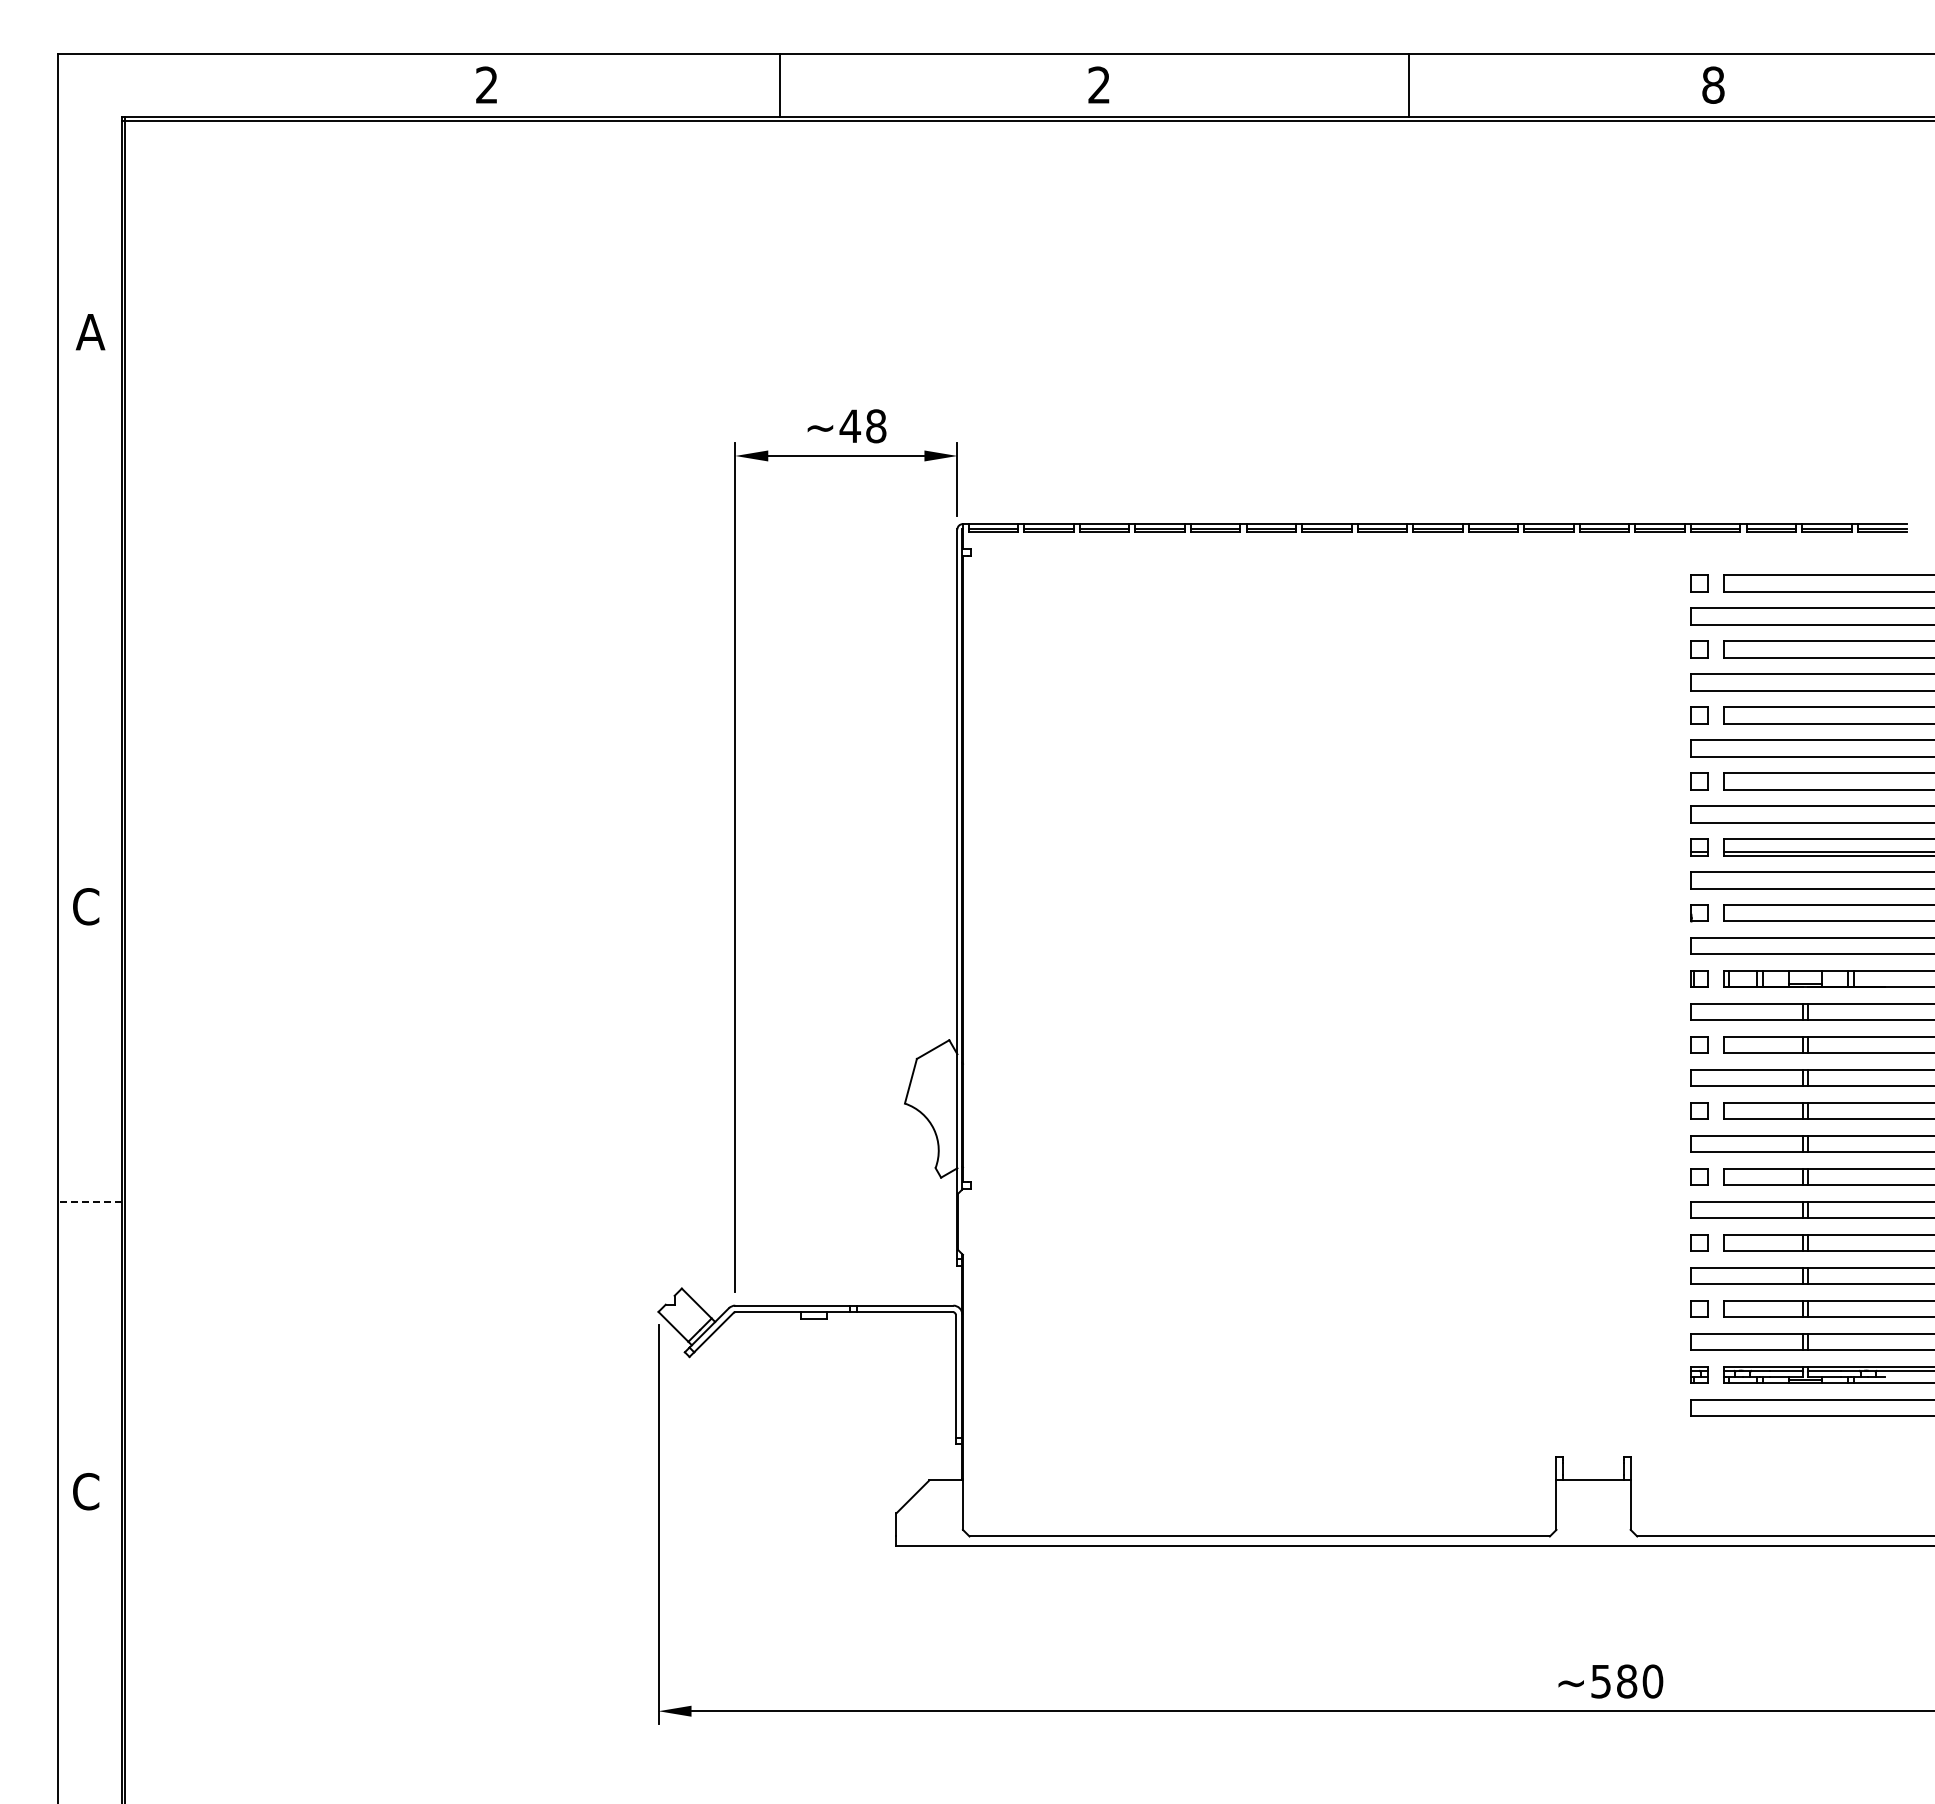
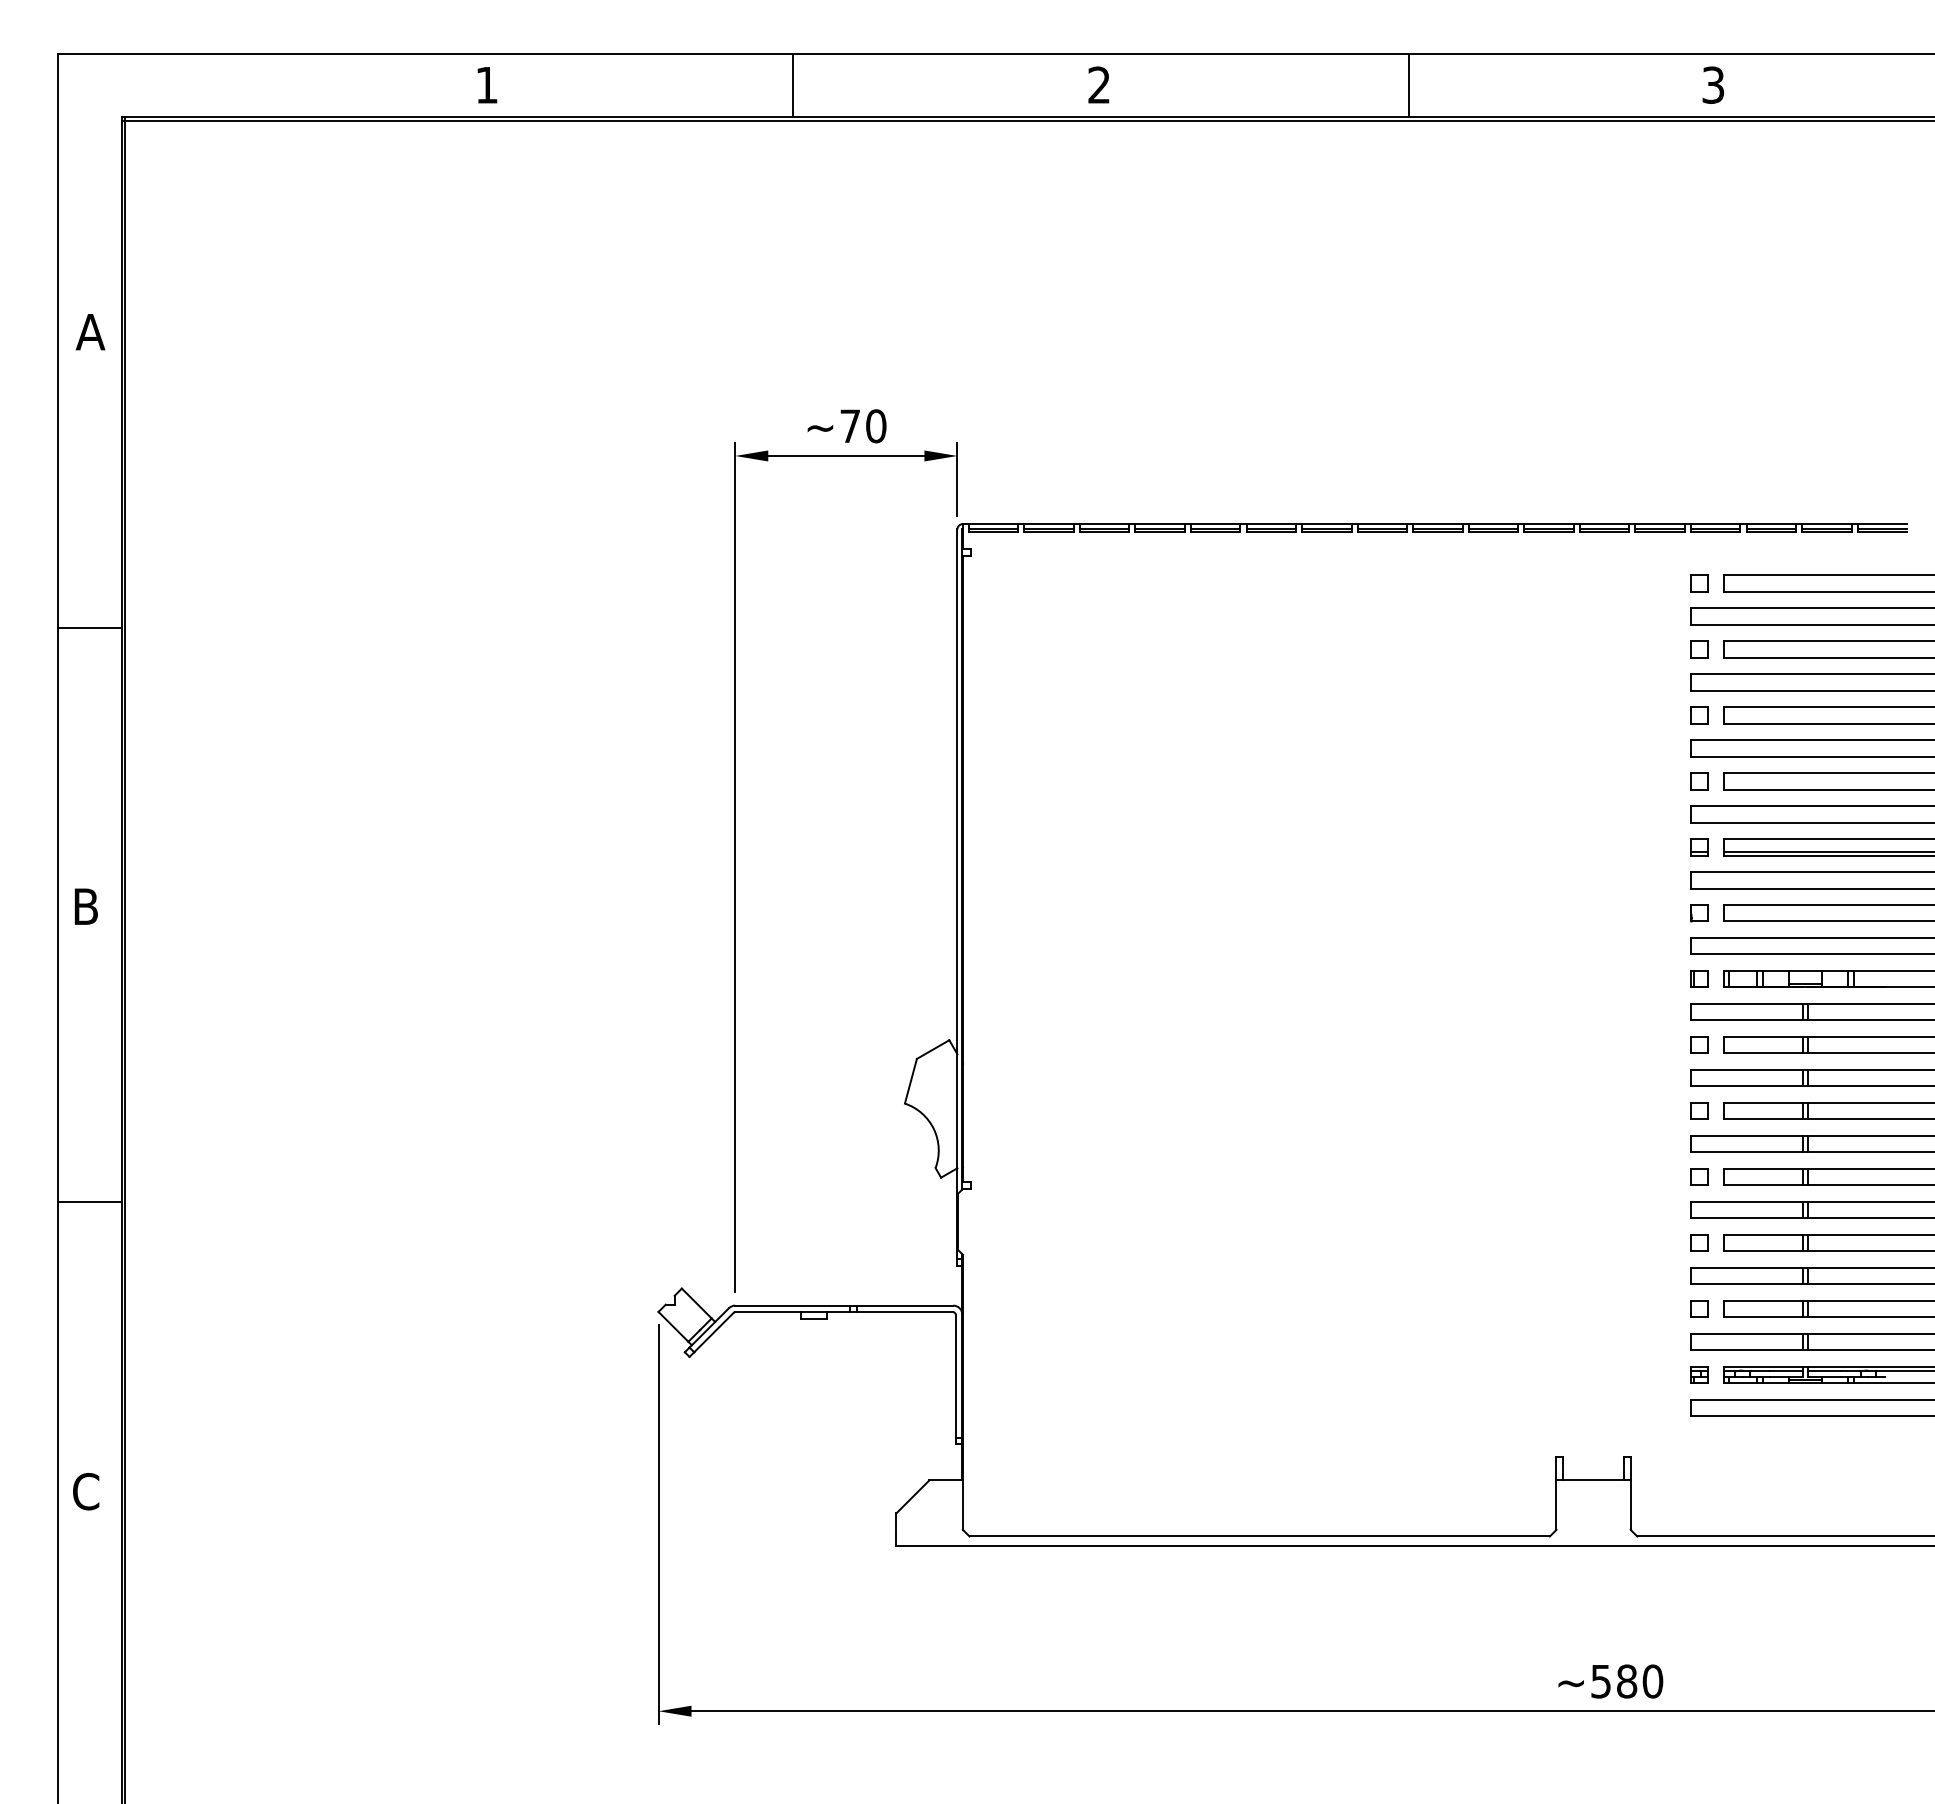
text at (486, 84): 2 -> 1
text at (1713, 84): 8 -> 3
line at (779, 85) position: (779, 85) -> (792, 85)
text at (862, 426): ~48 -> ~70
line at (89, 627): none -> present
text at (86, 906): C -> B
line at (89, 1201): dashed -> solid
